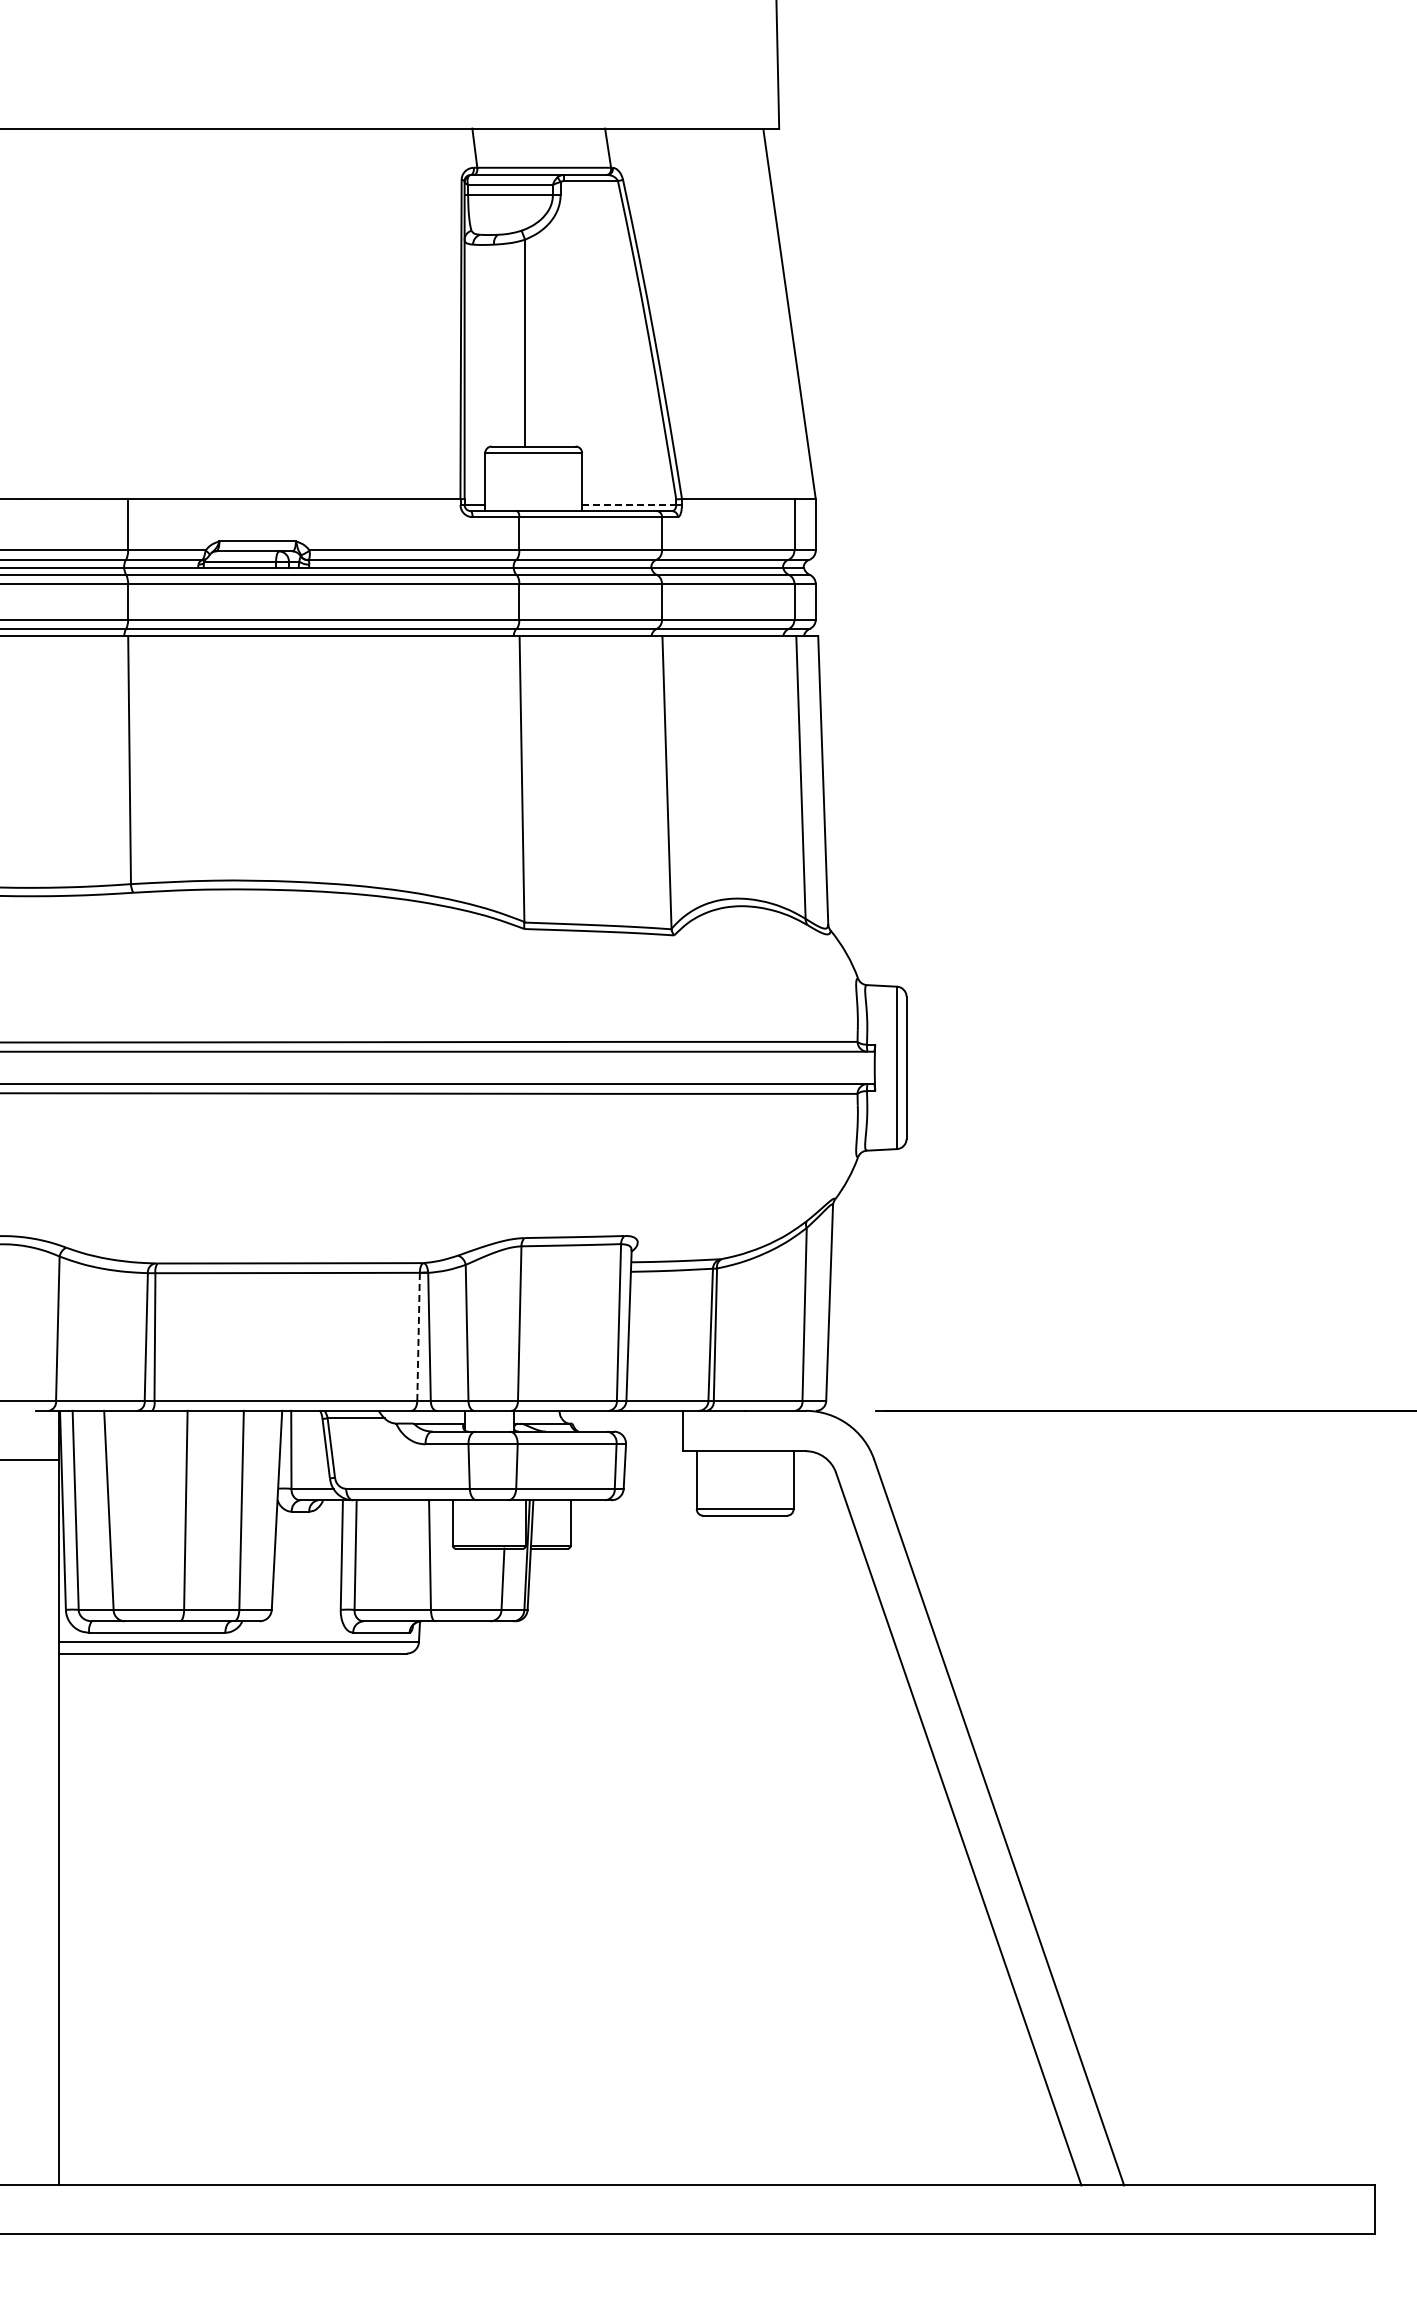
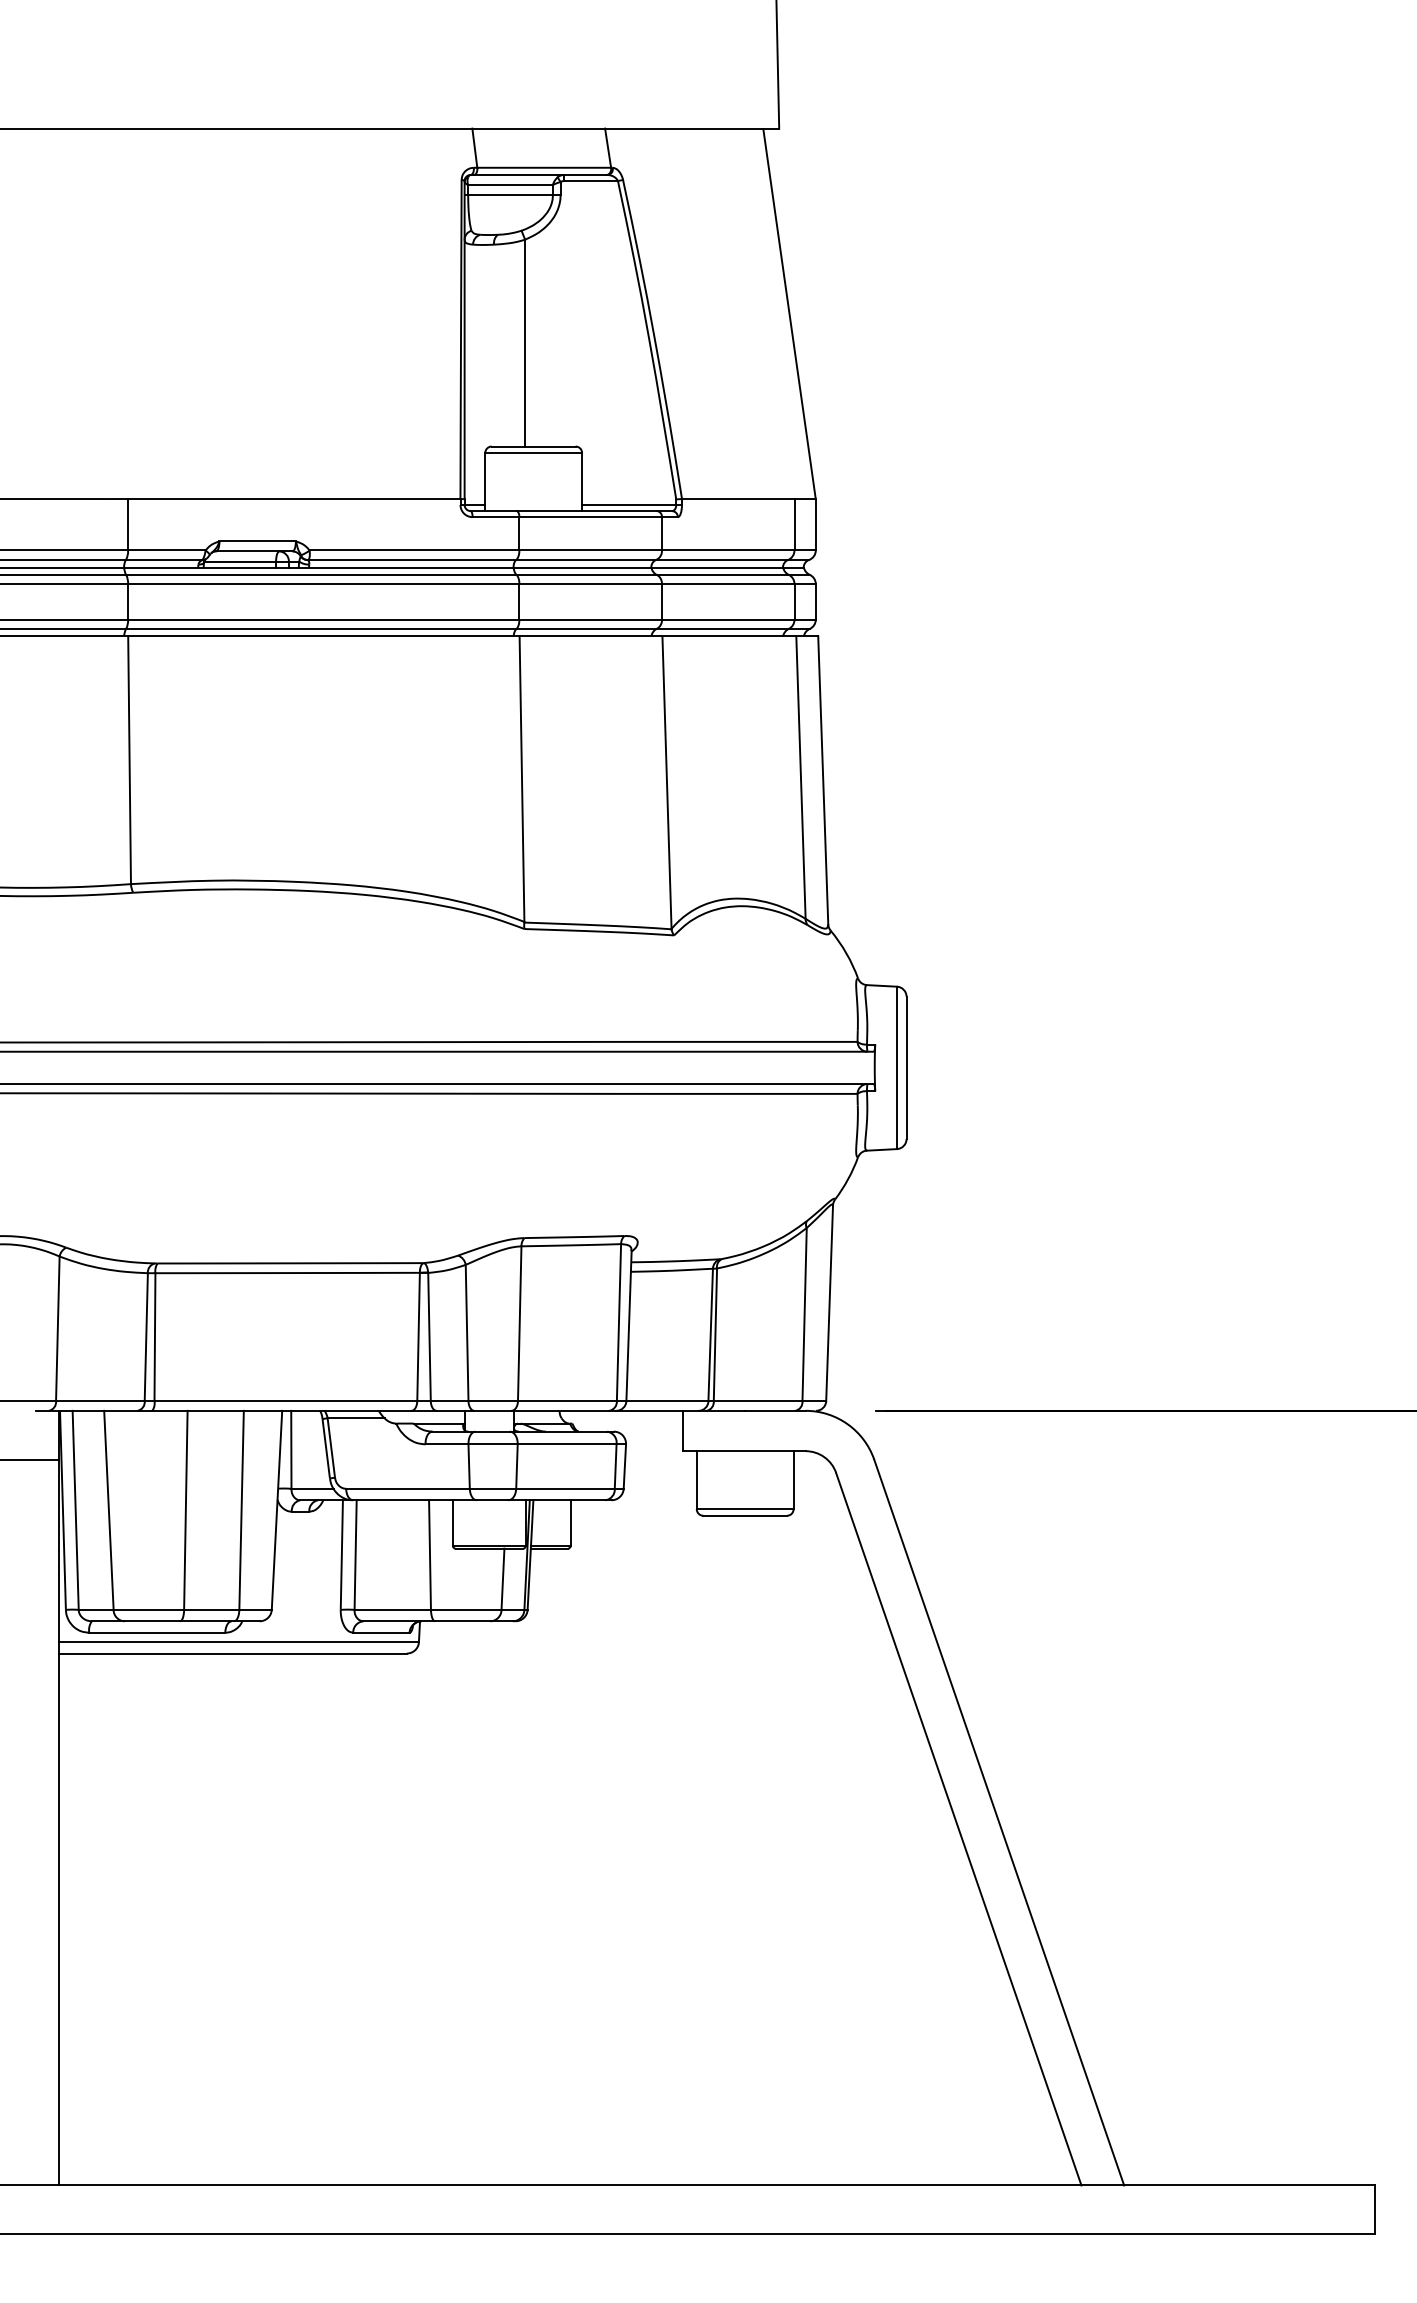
line at (629, 505): dashed -> solid
line at (418, 1337): dashed -> solid
